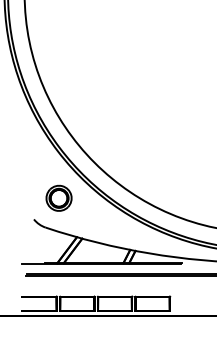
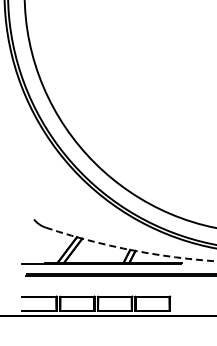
part at (58, 197): present -> none
arc at (130, 249): solid -> dashed
